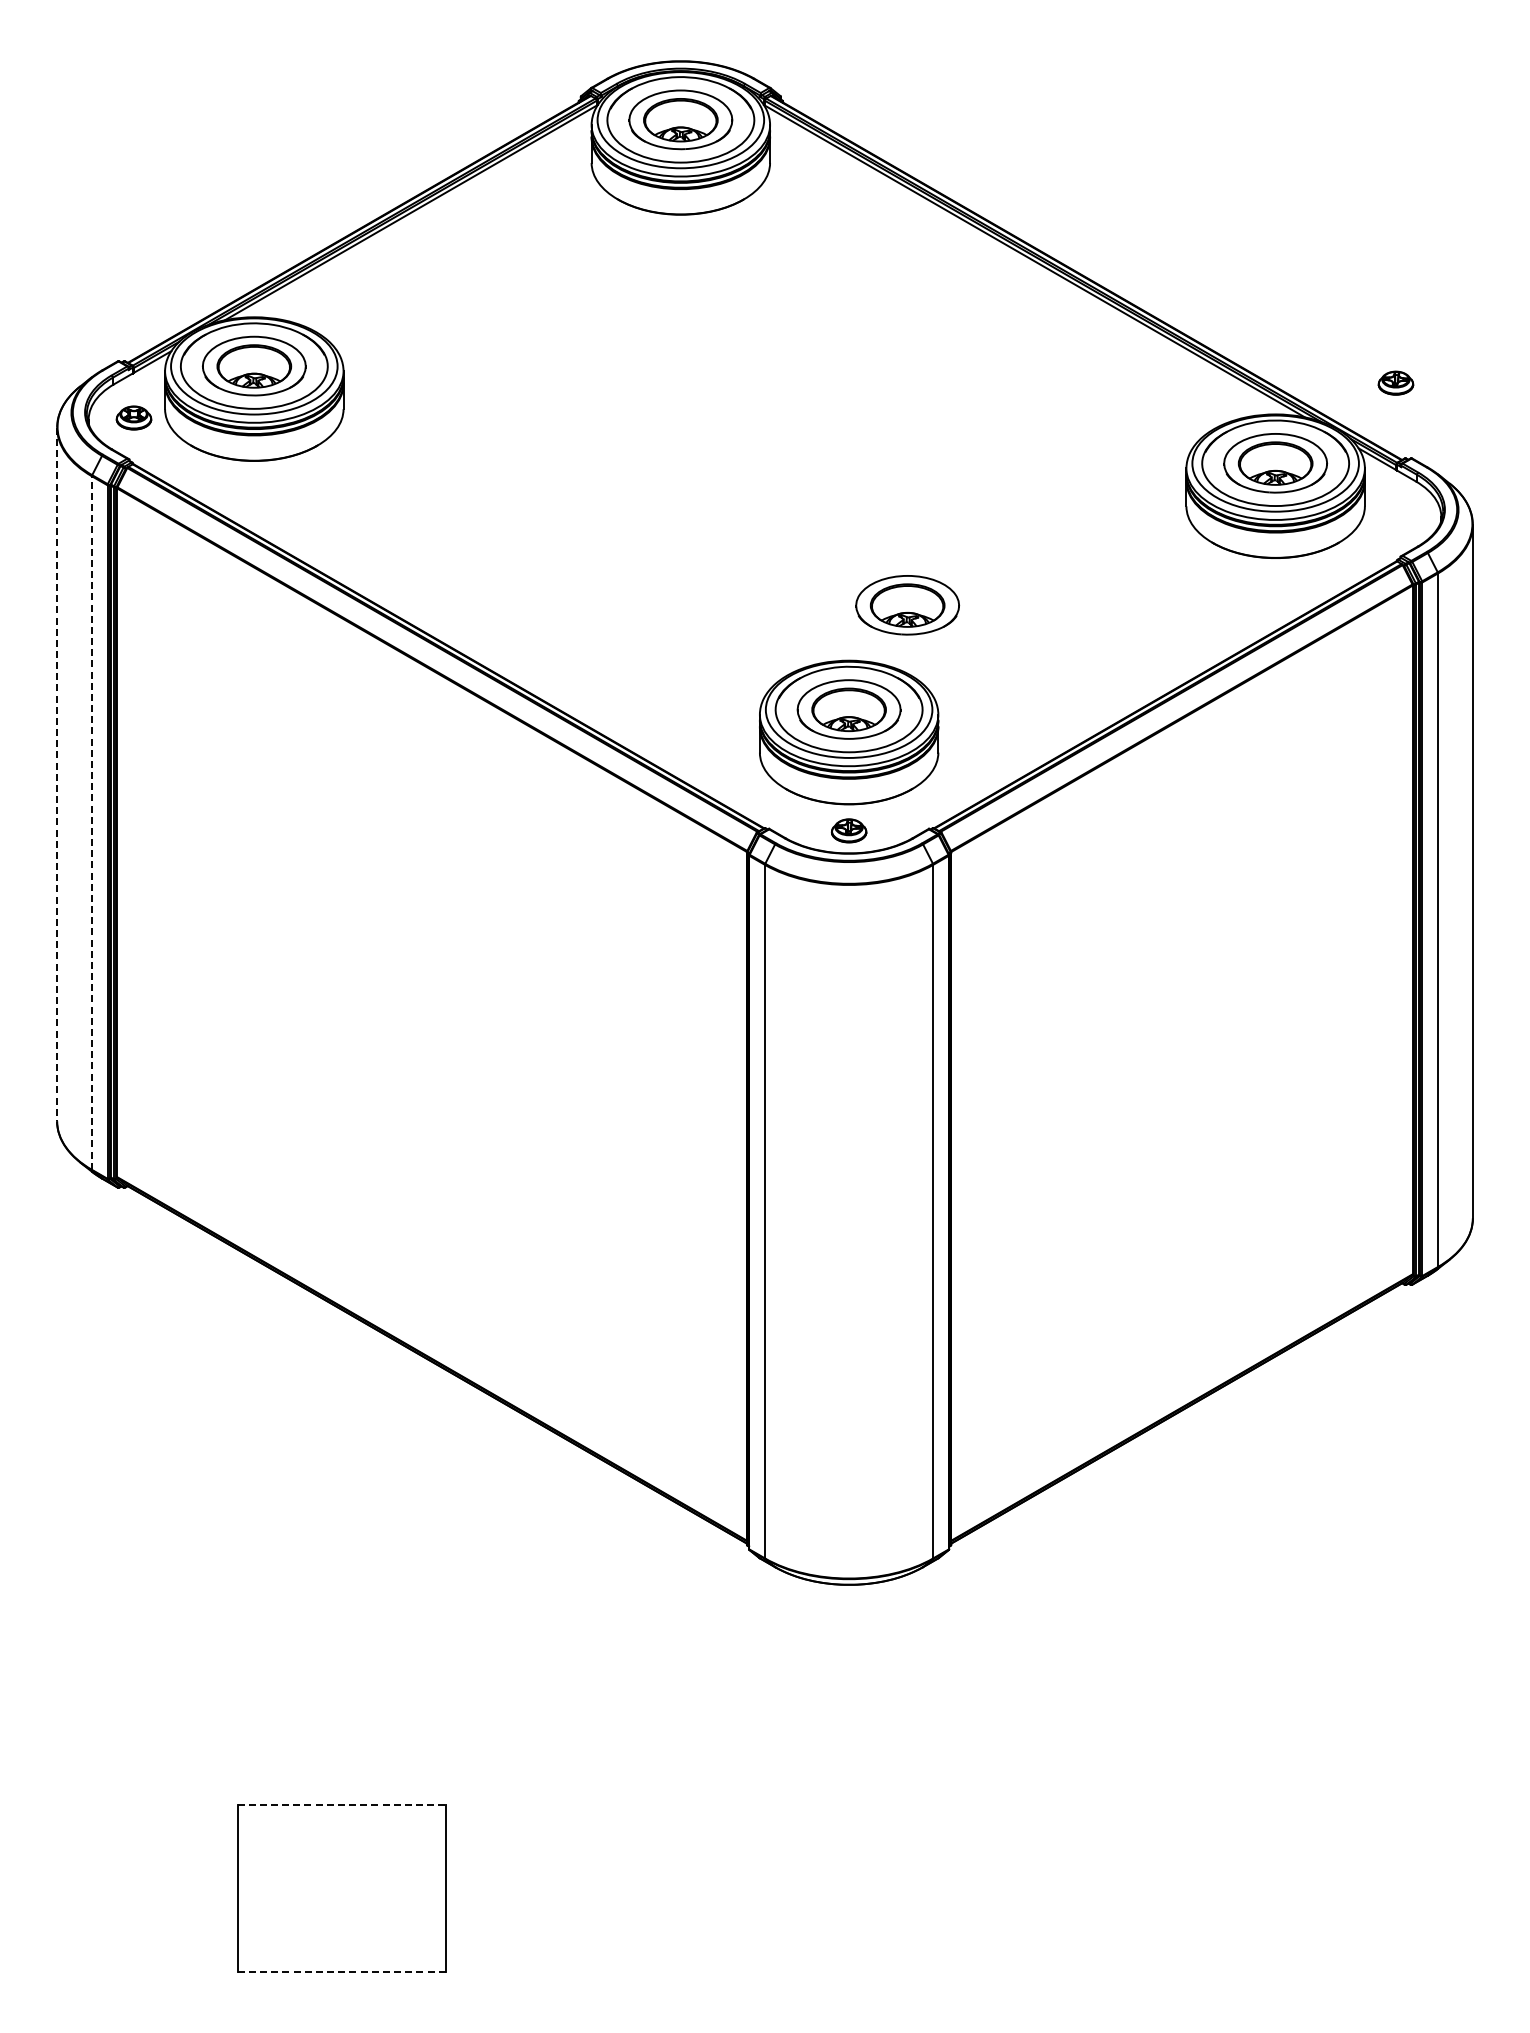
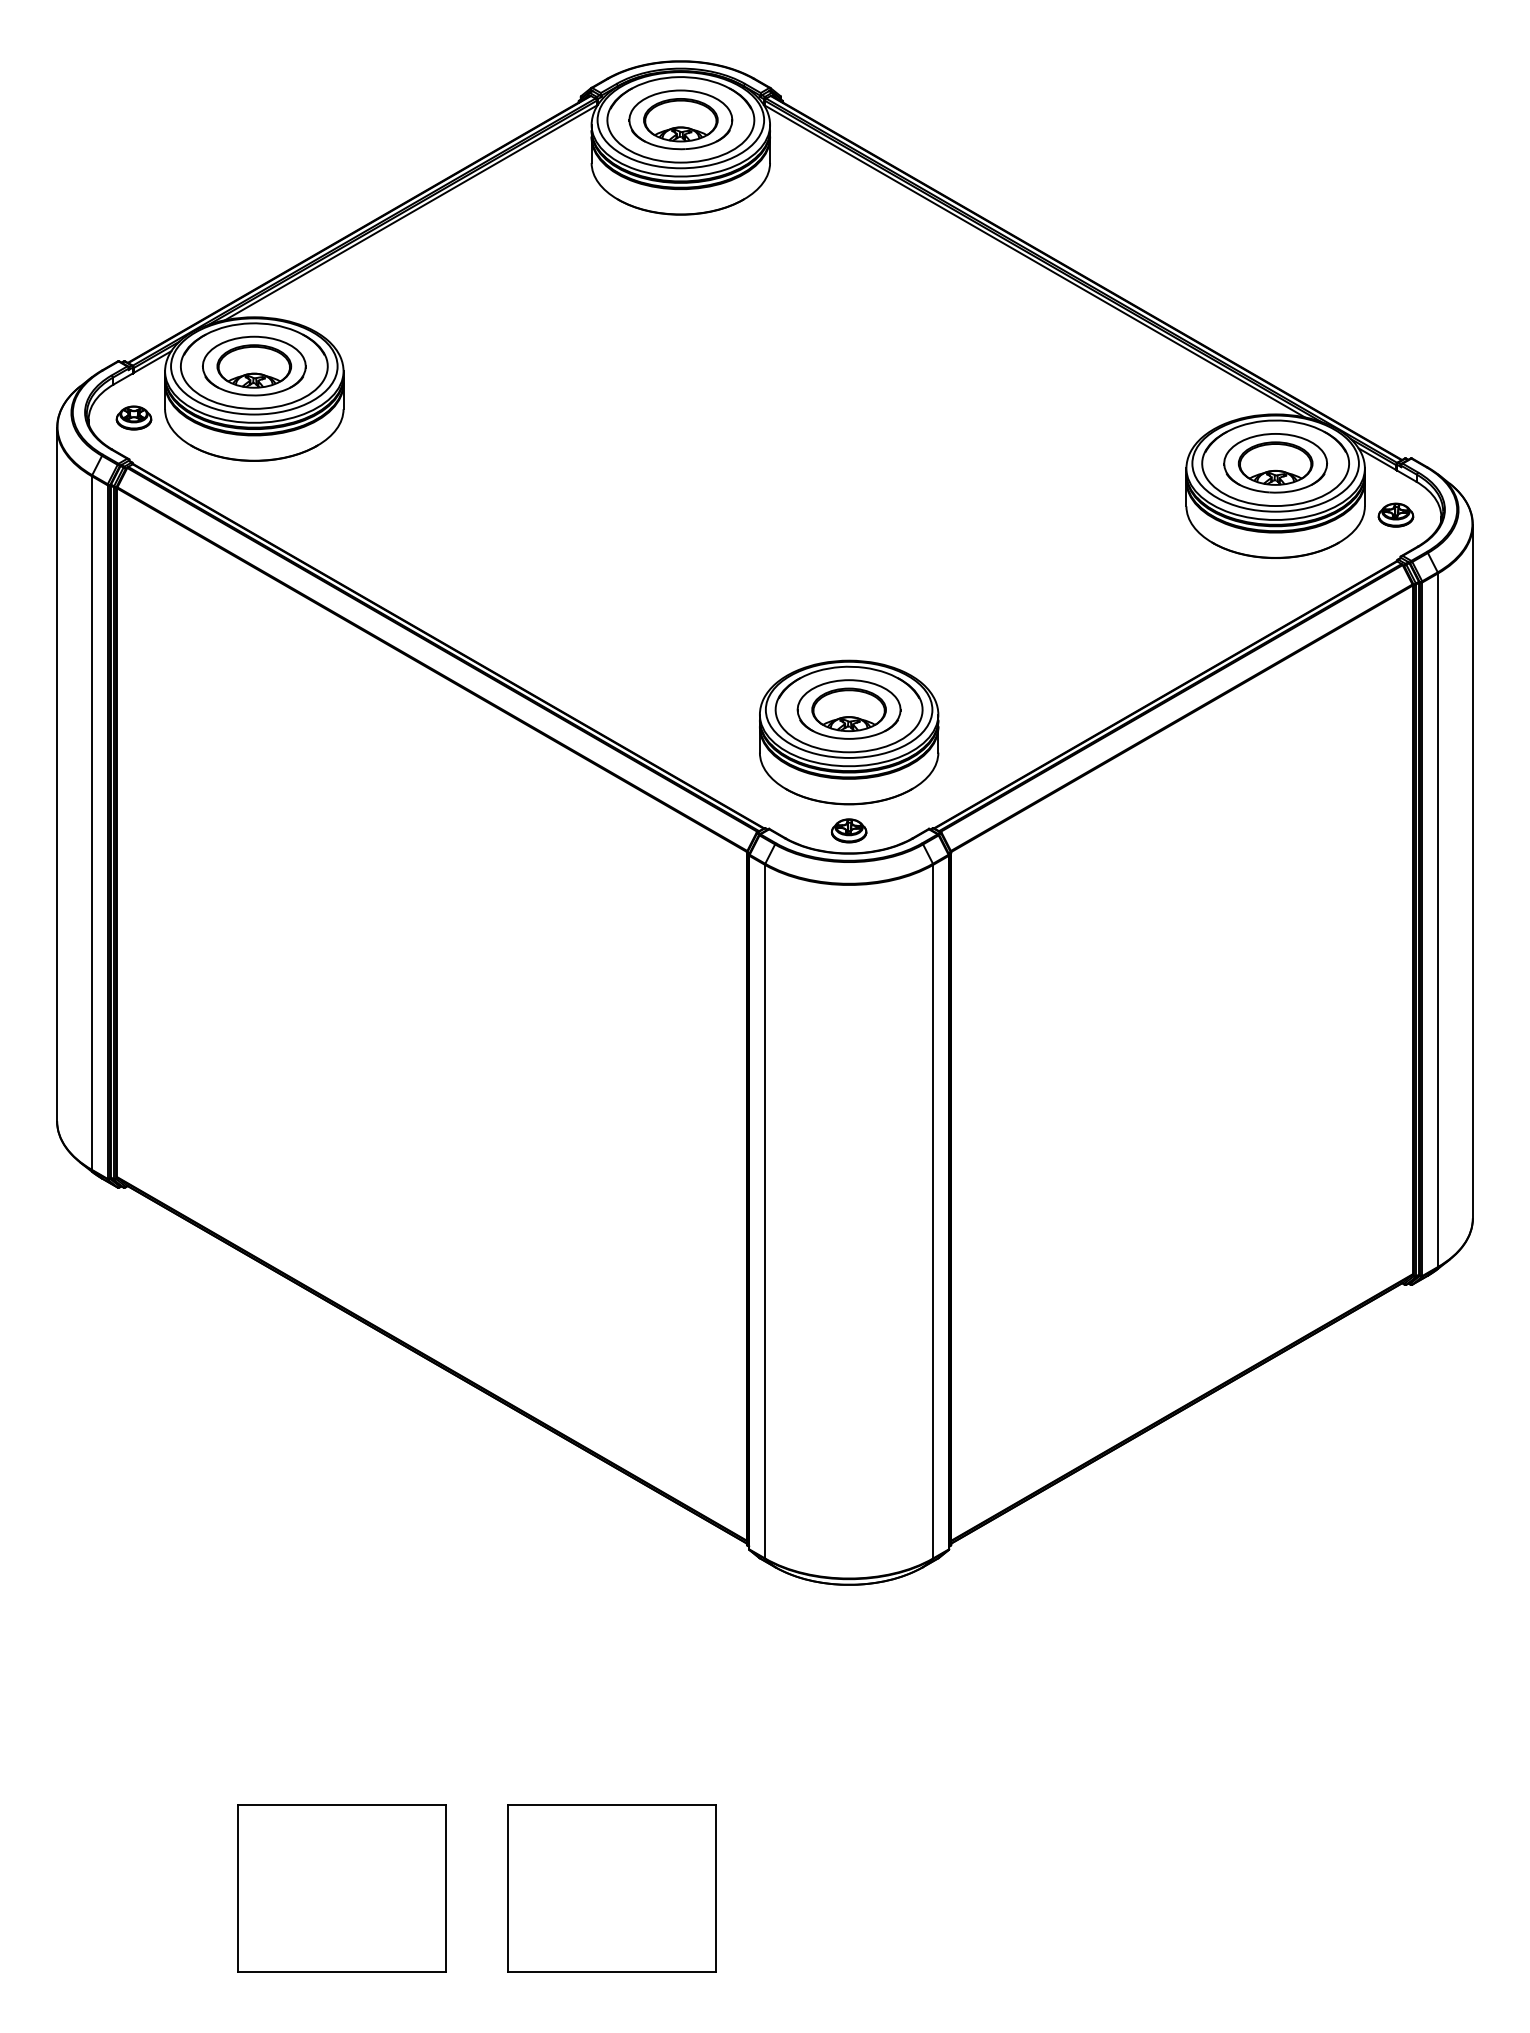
part at (1395, 382) position: (1395, 382) -> (1395, 514)
part at (907, 605): present -> none
line at (57, 774): dashed -> solid
line at (91, 823): dashed -> solid
line at (342, 1805): dashed -> solid
part at (611, 1888): none -> present
line at (341, 1972): dashed -> solid
